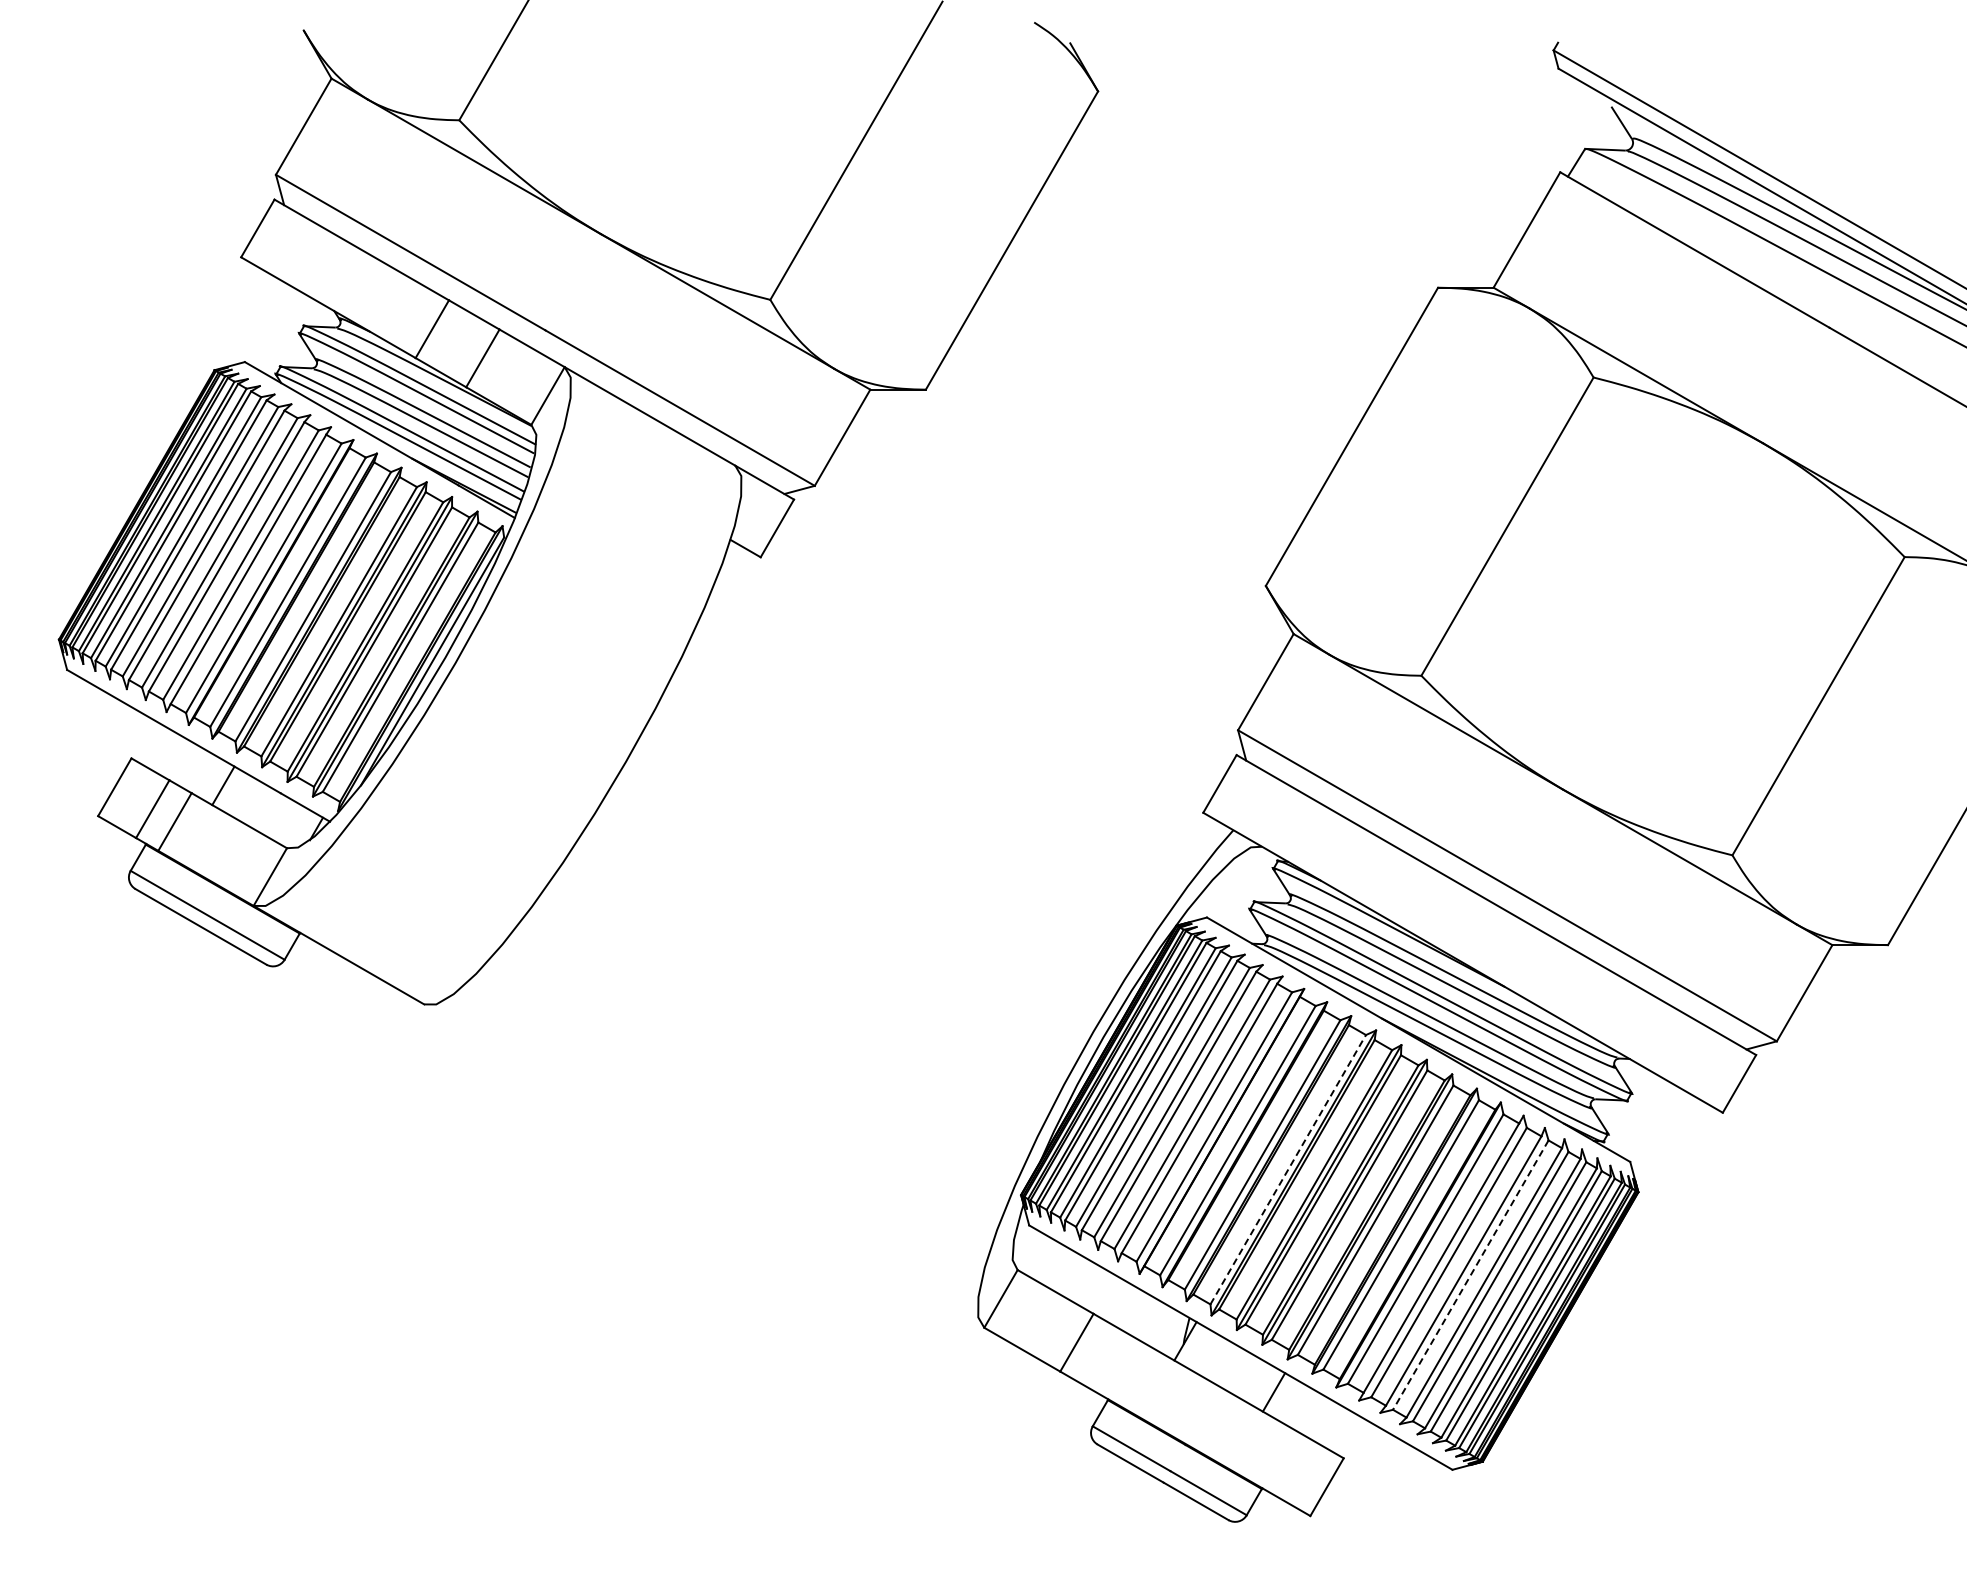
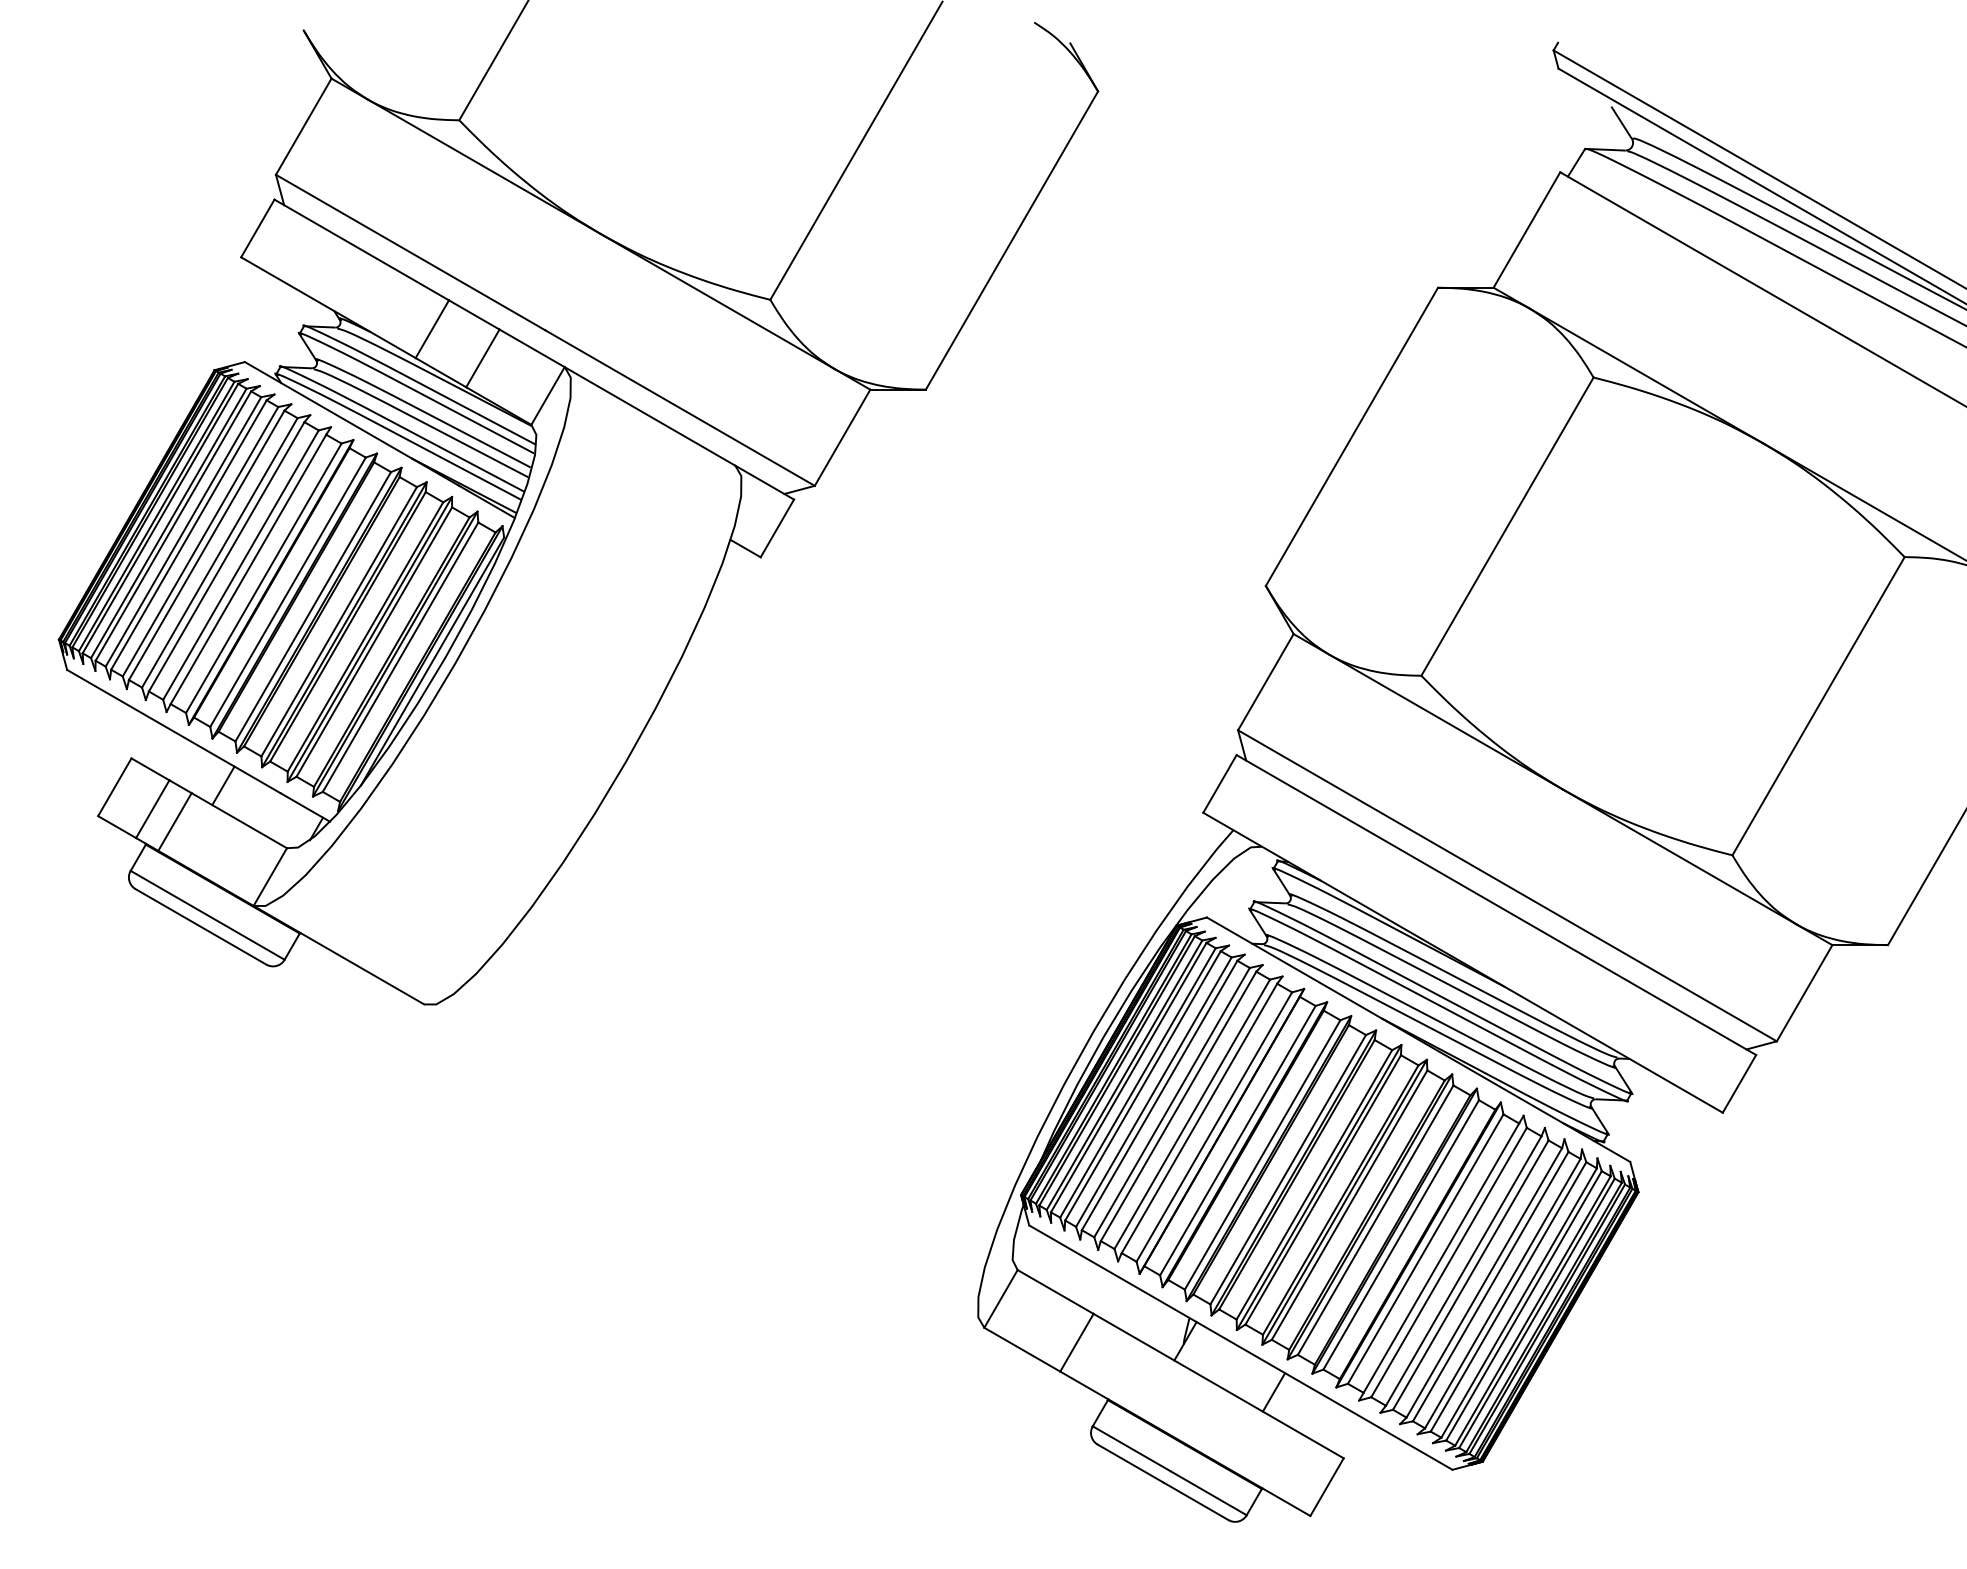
line at (1288, 1169): dashed -> solid
line at (1470, 1275): dashed -> solid
